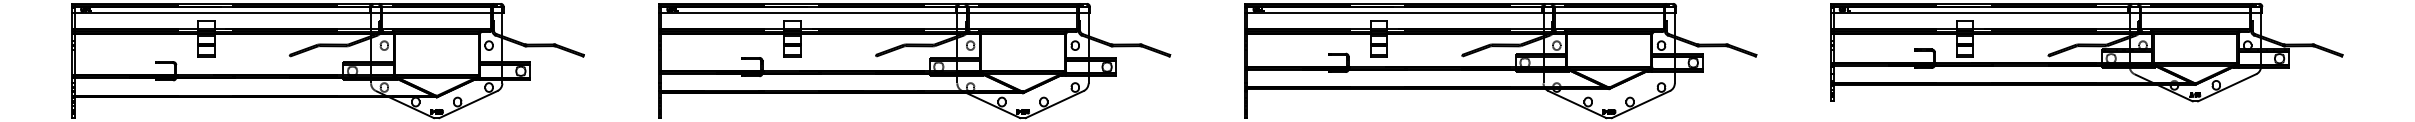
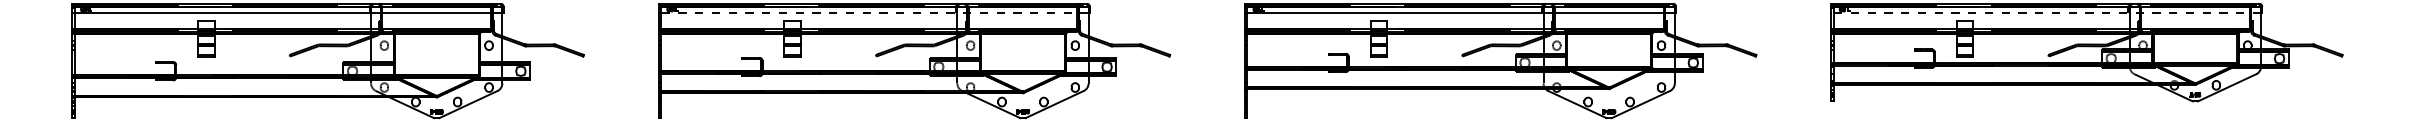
line at (873, 13): solid -> dashed
line at (2045, 13): solid -> dashed
